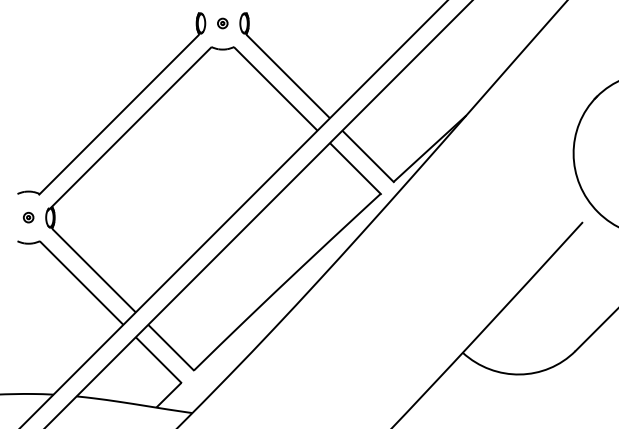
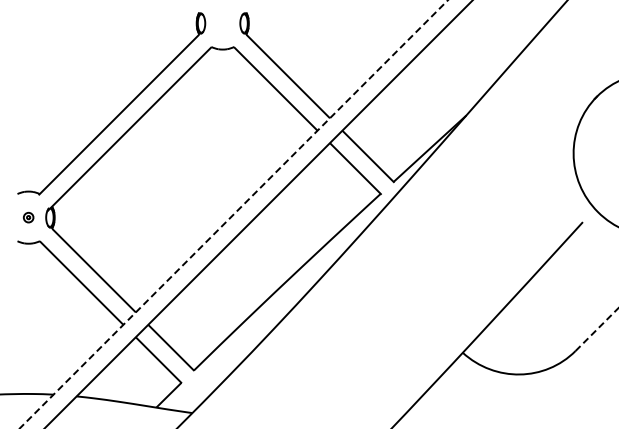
part at (222, 23): present -> none
line at (233, 214): solid -> dashed
line at (597, 329): solid -> dashed
